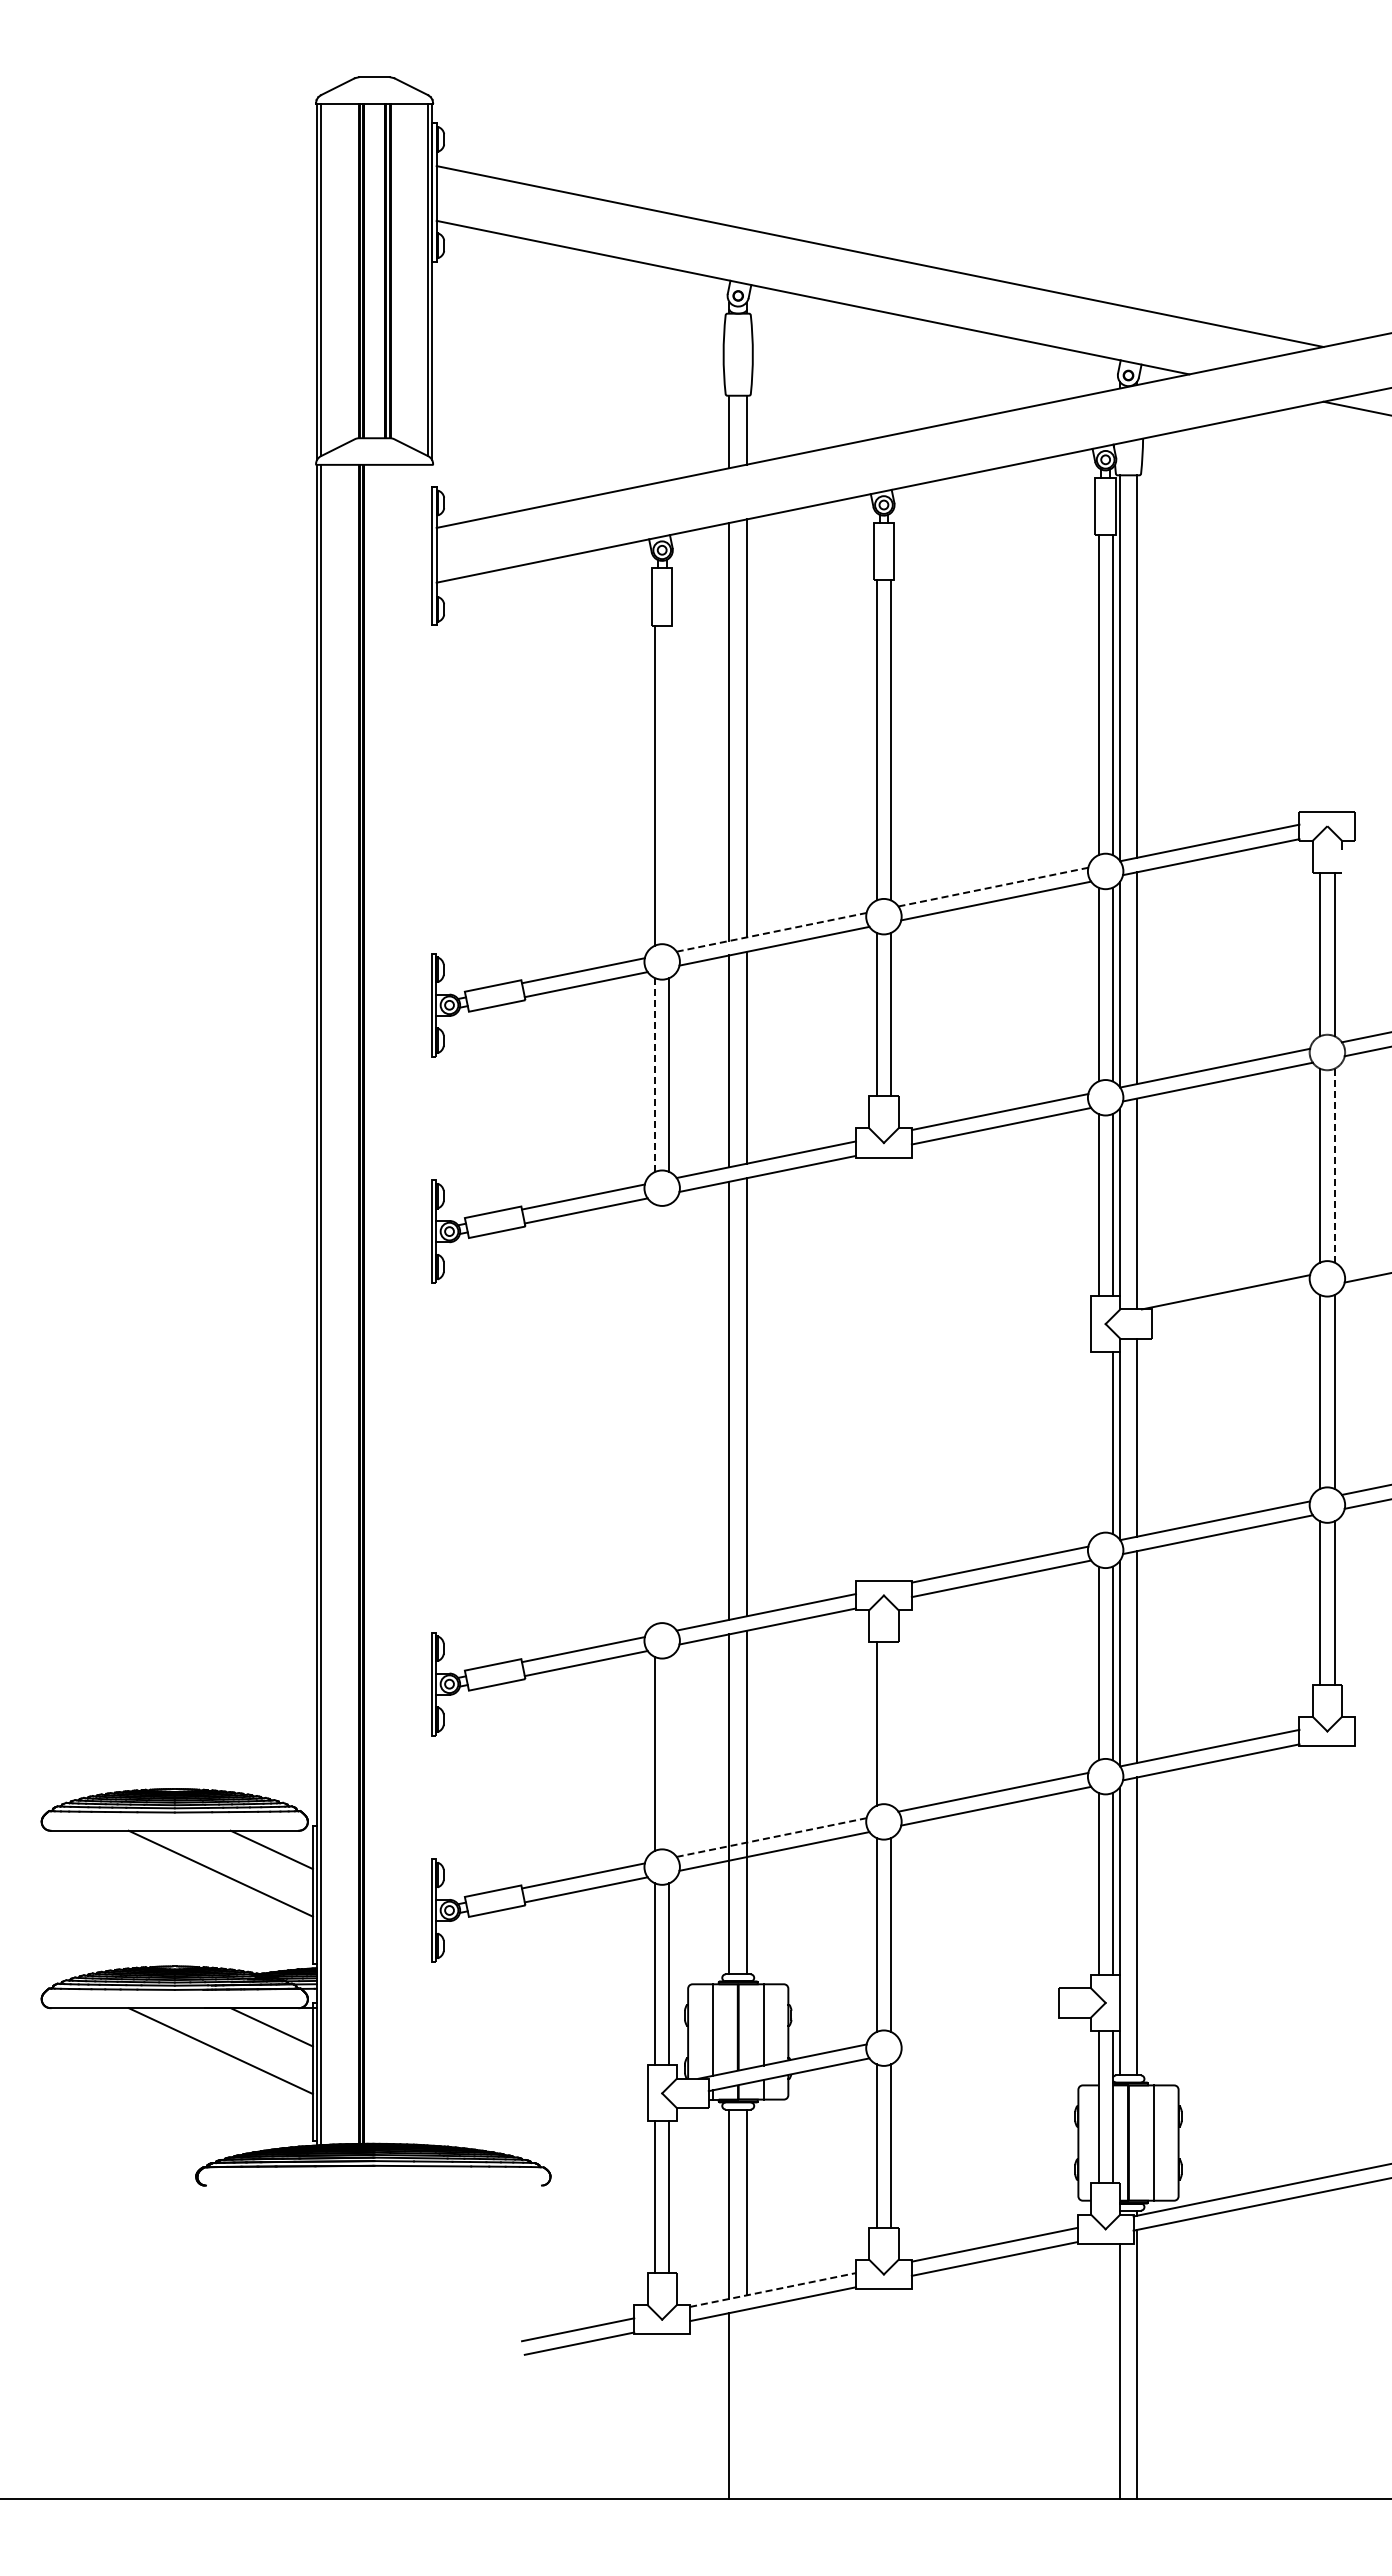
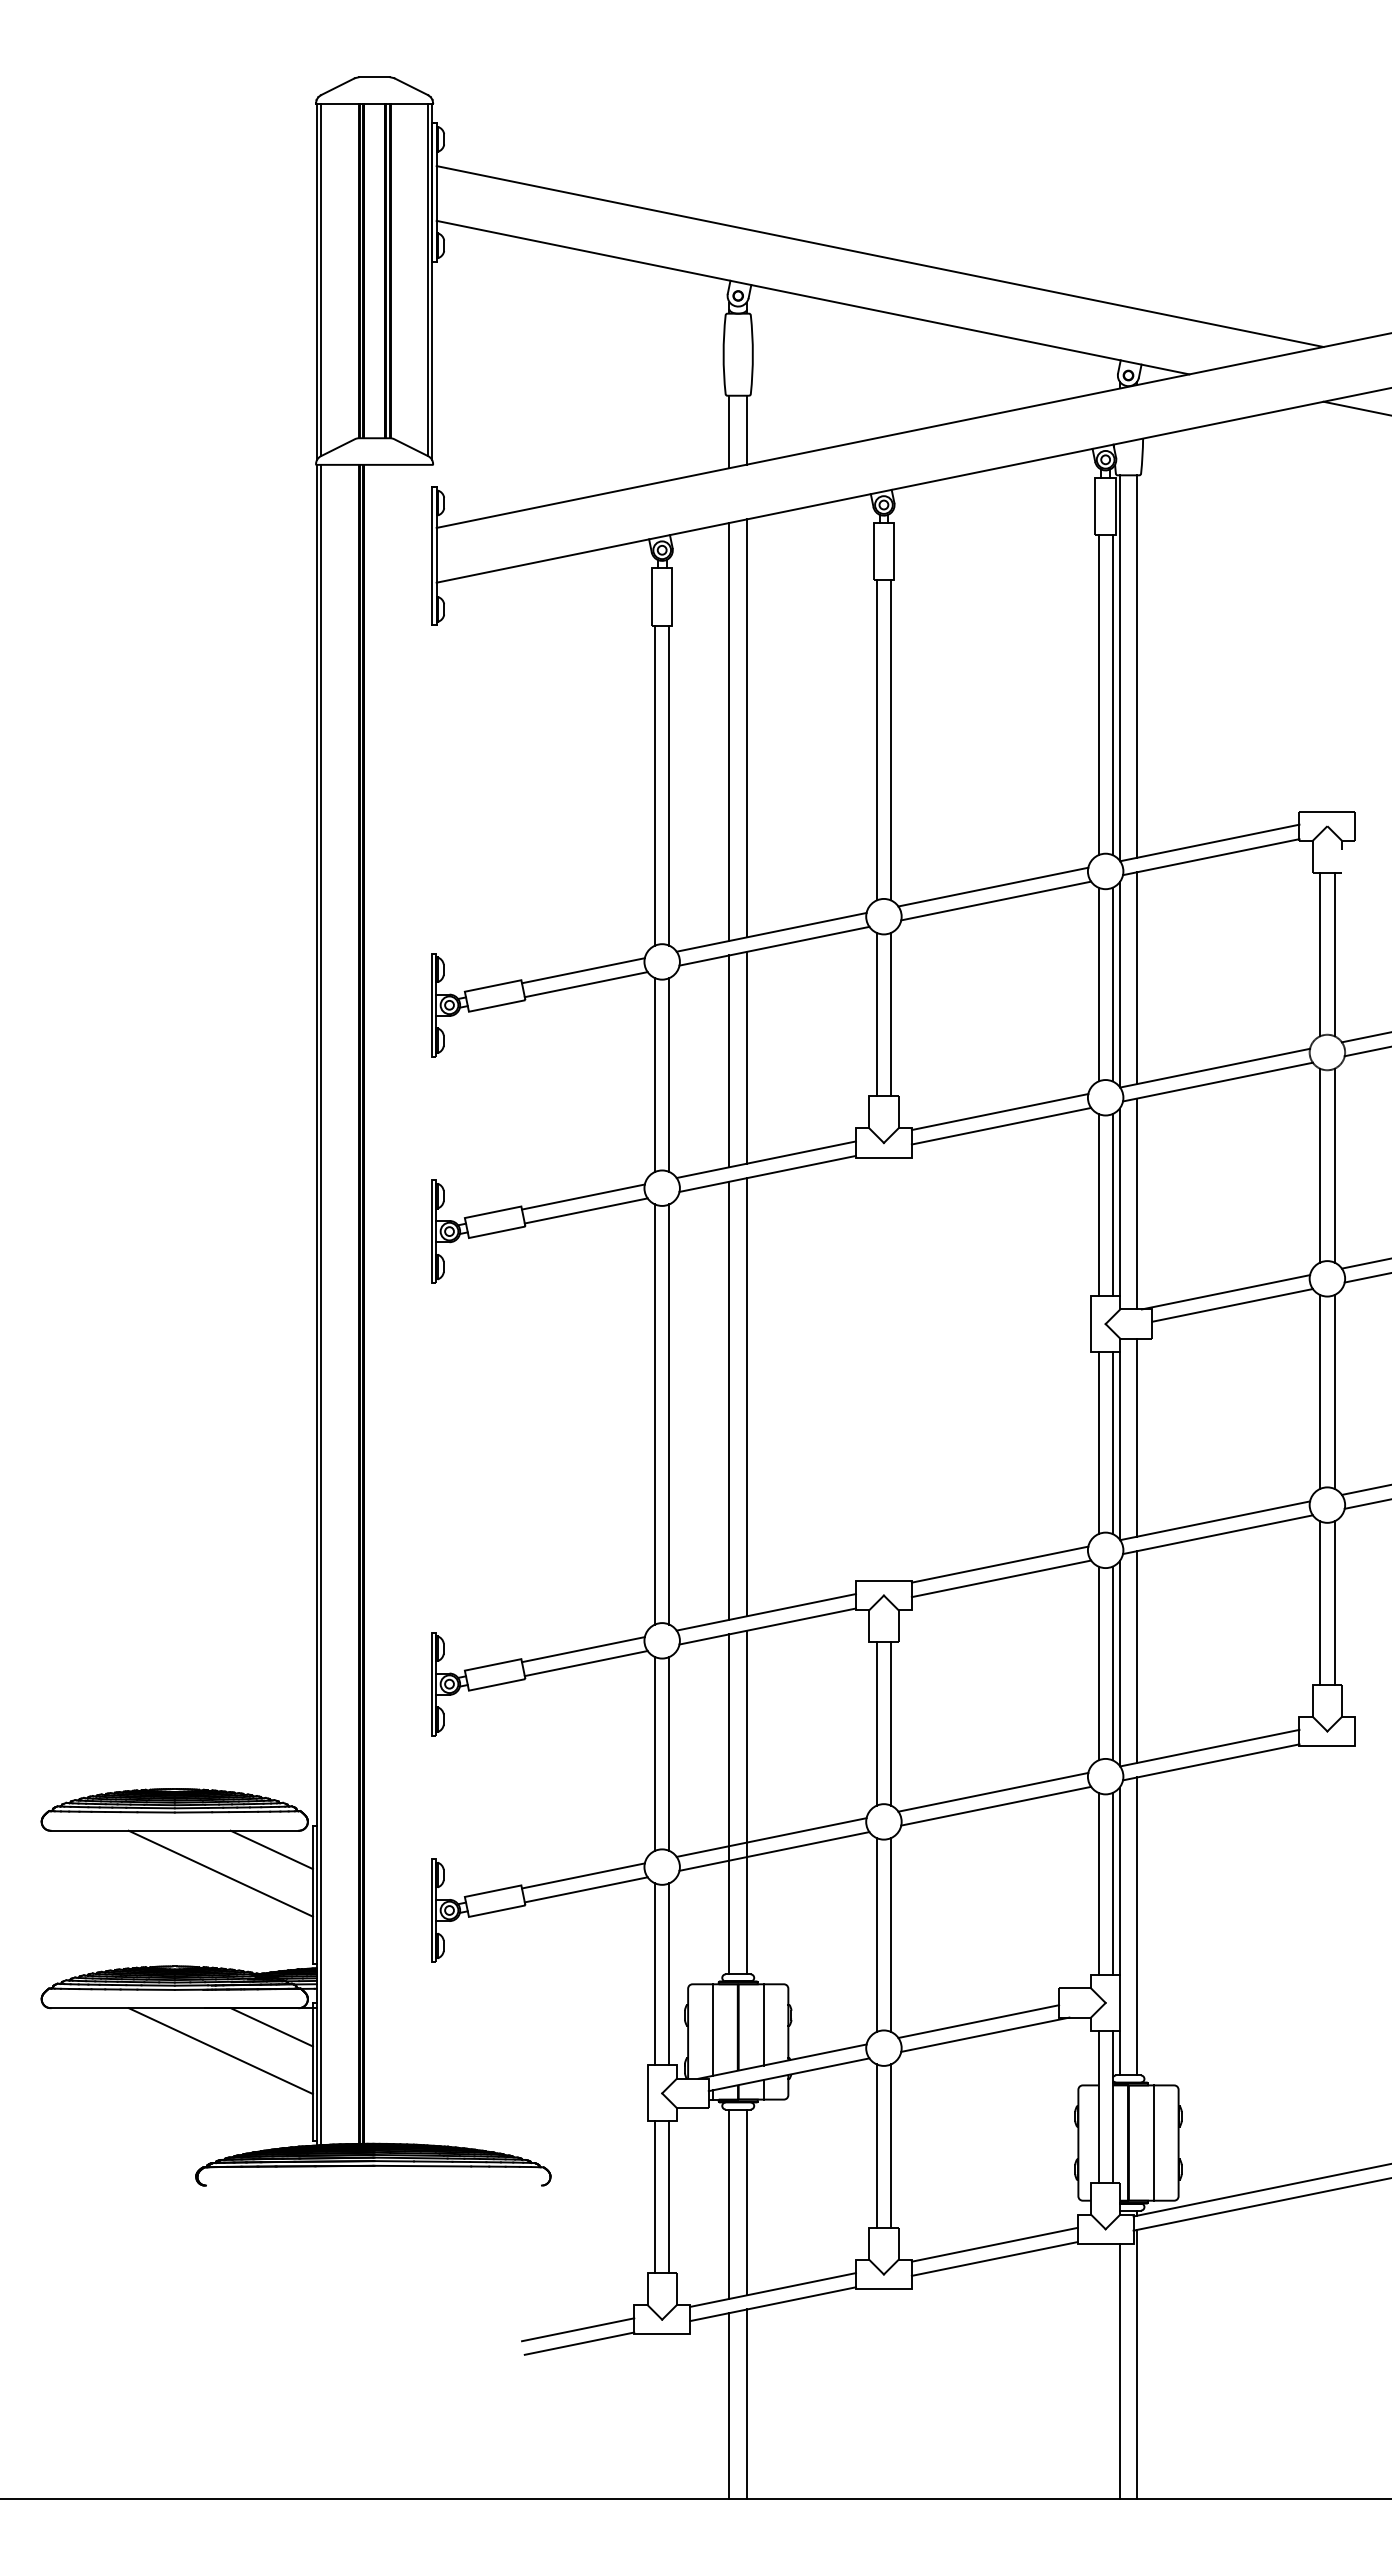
line at (669, 785): none -> present
line at (993, 887): dashed -> solid
line at (771, 932): dashed -> solid
line at (655, 1075): dashed -> solid
line at (1334, 1165): dashed -> solid
line at (1364, 1263): none -> present
line at (1232, 1305): none -> present
line at (655, 1414): none -> present
line at (669, 1414): none -> present
line at (1098, 1443): none -> present
line at (891, 1723): none -> present
line at (669, 1753): none -> present
line at (771, 1837): dashed -> solid
line at (978, 2021): none -> present
line at (985, 2034): none -> present
line at (773, 2290): dashed -> solid
line at (747, 2403): none -> present
